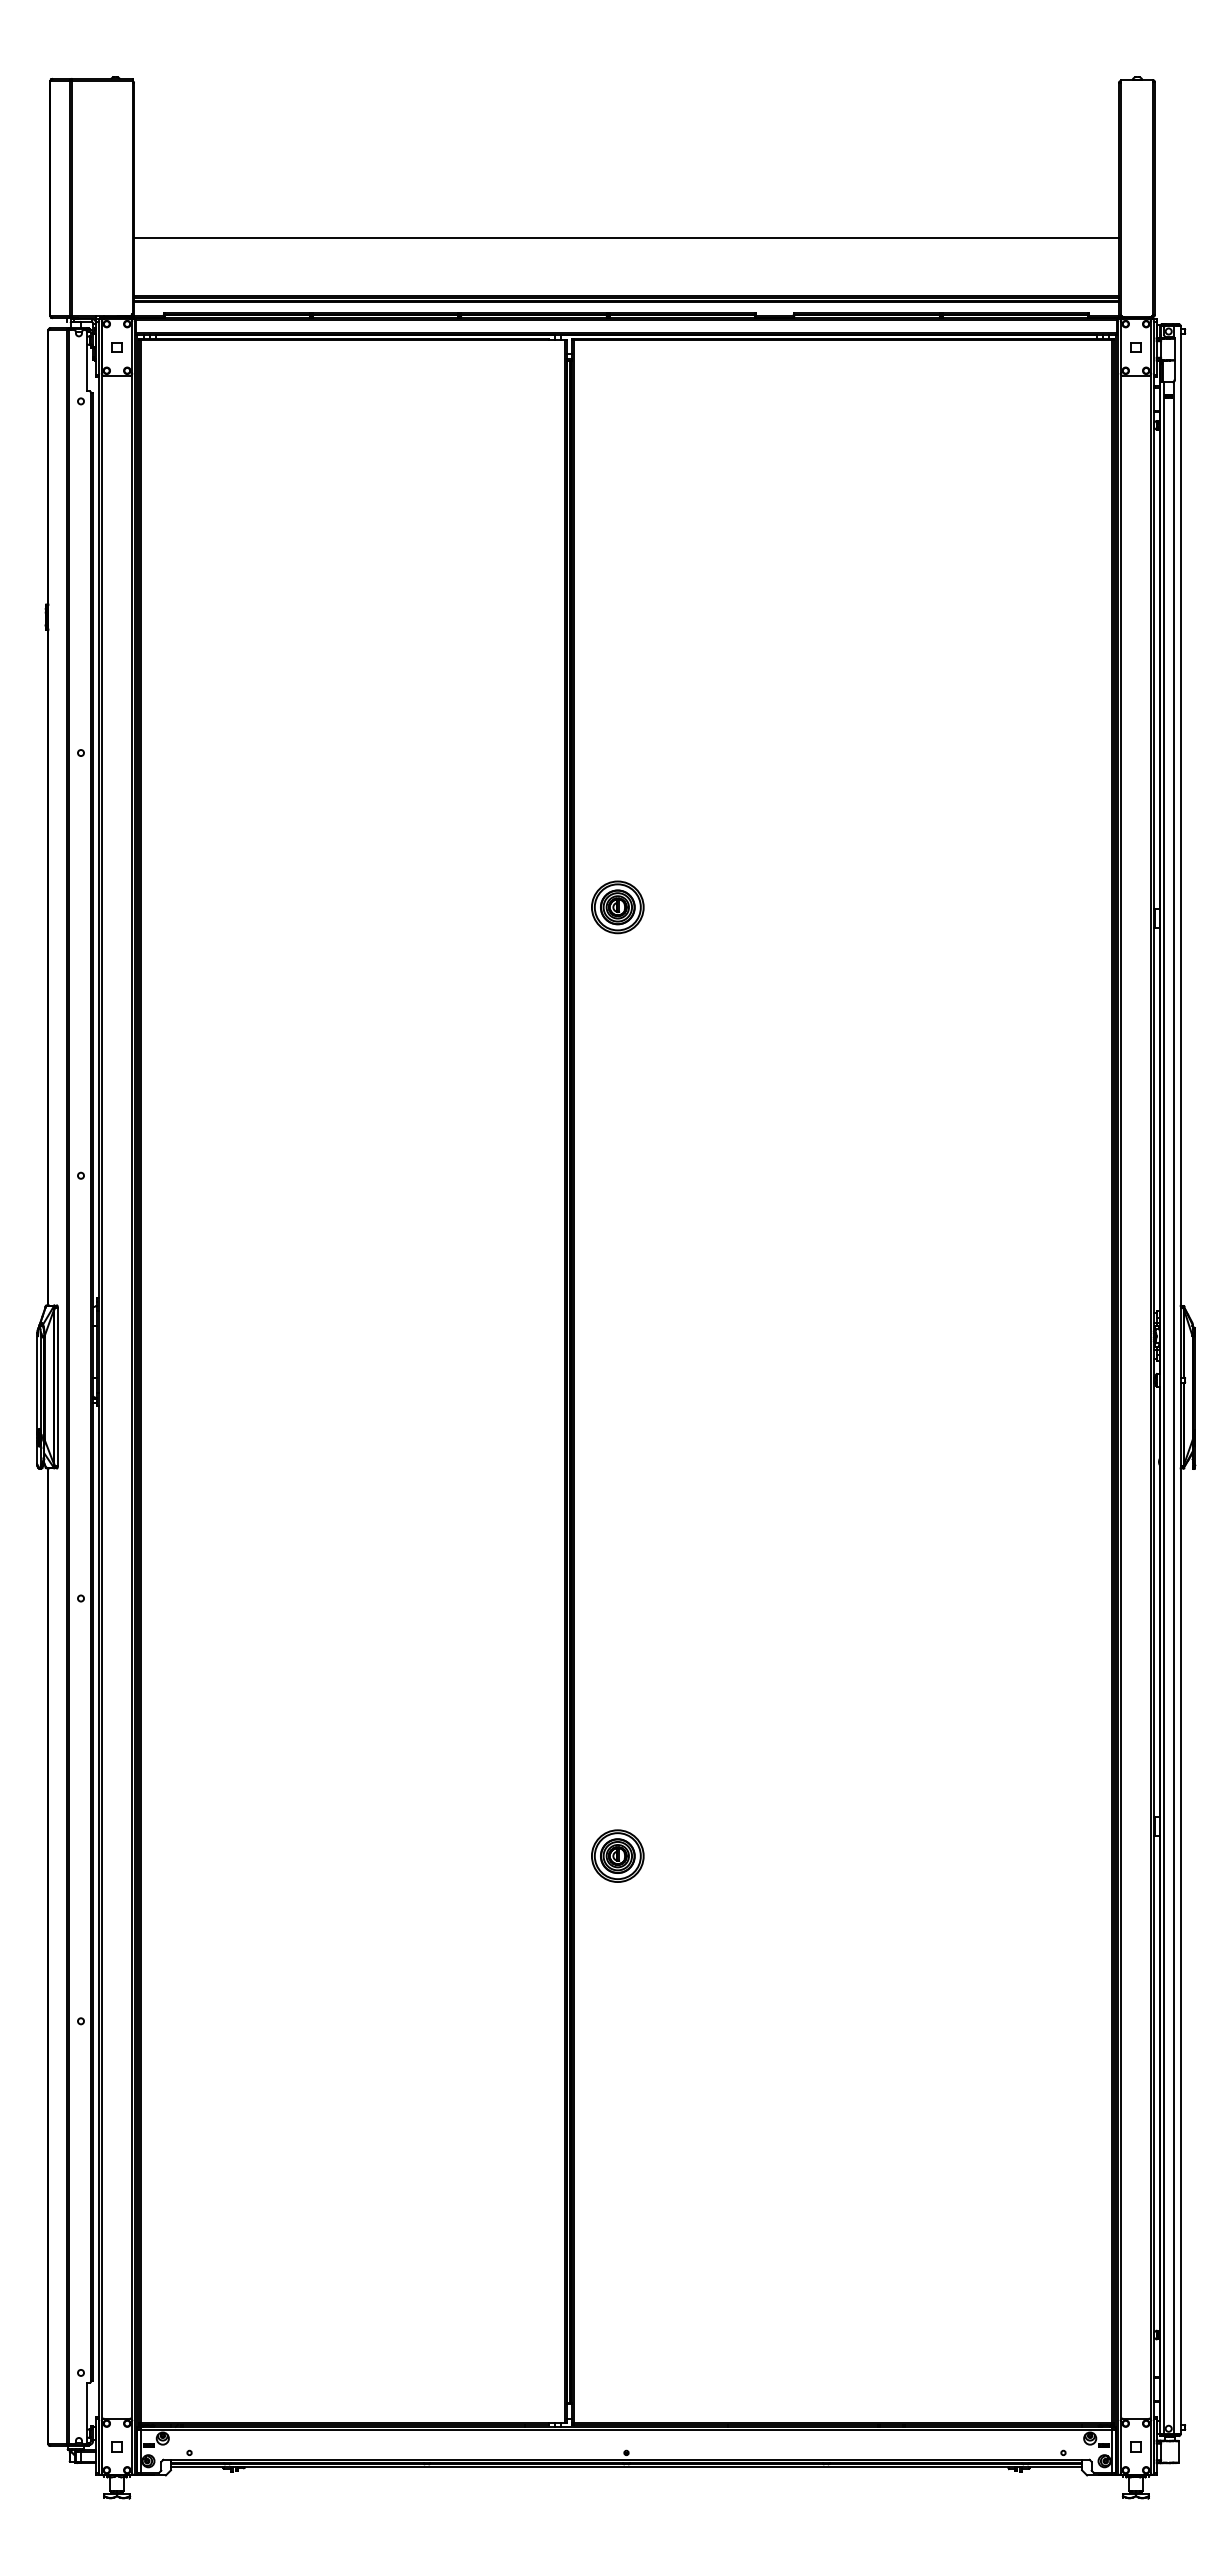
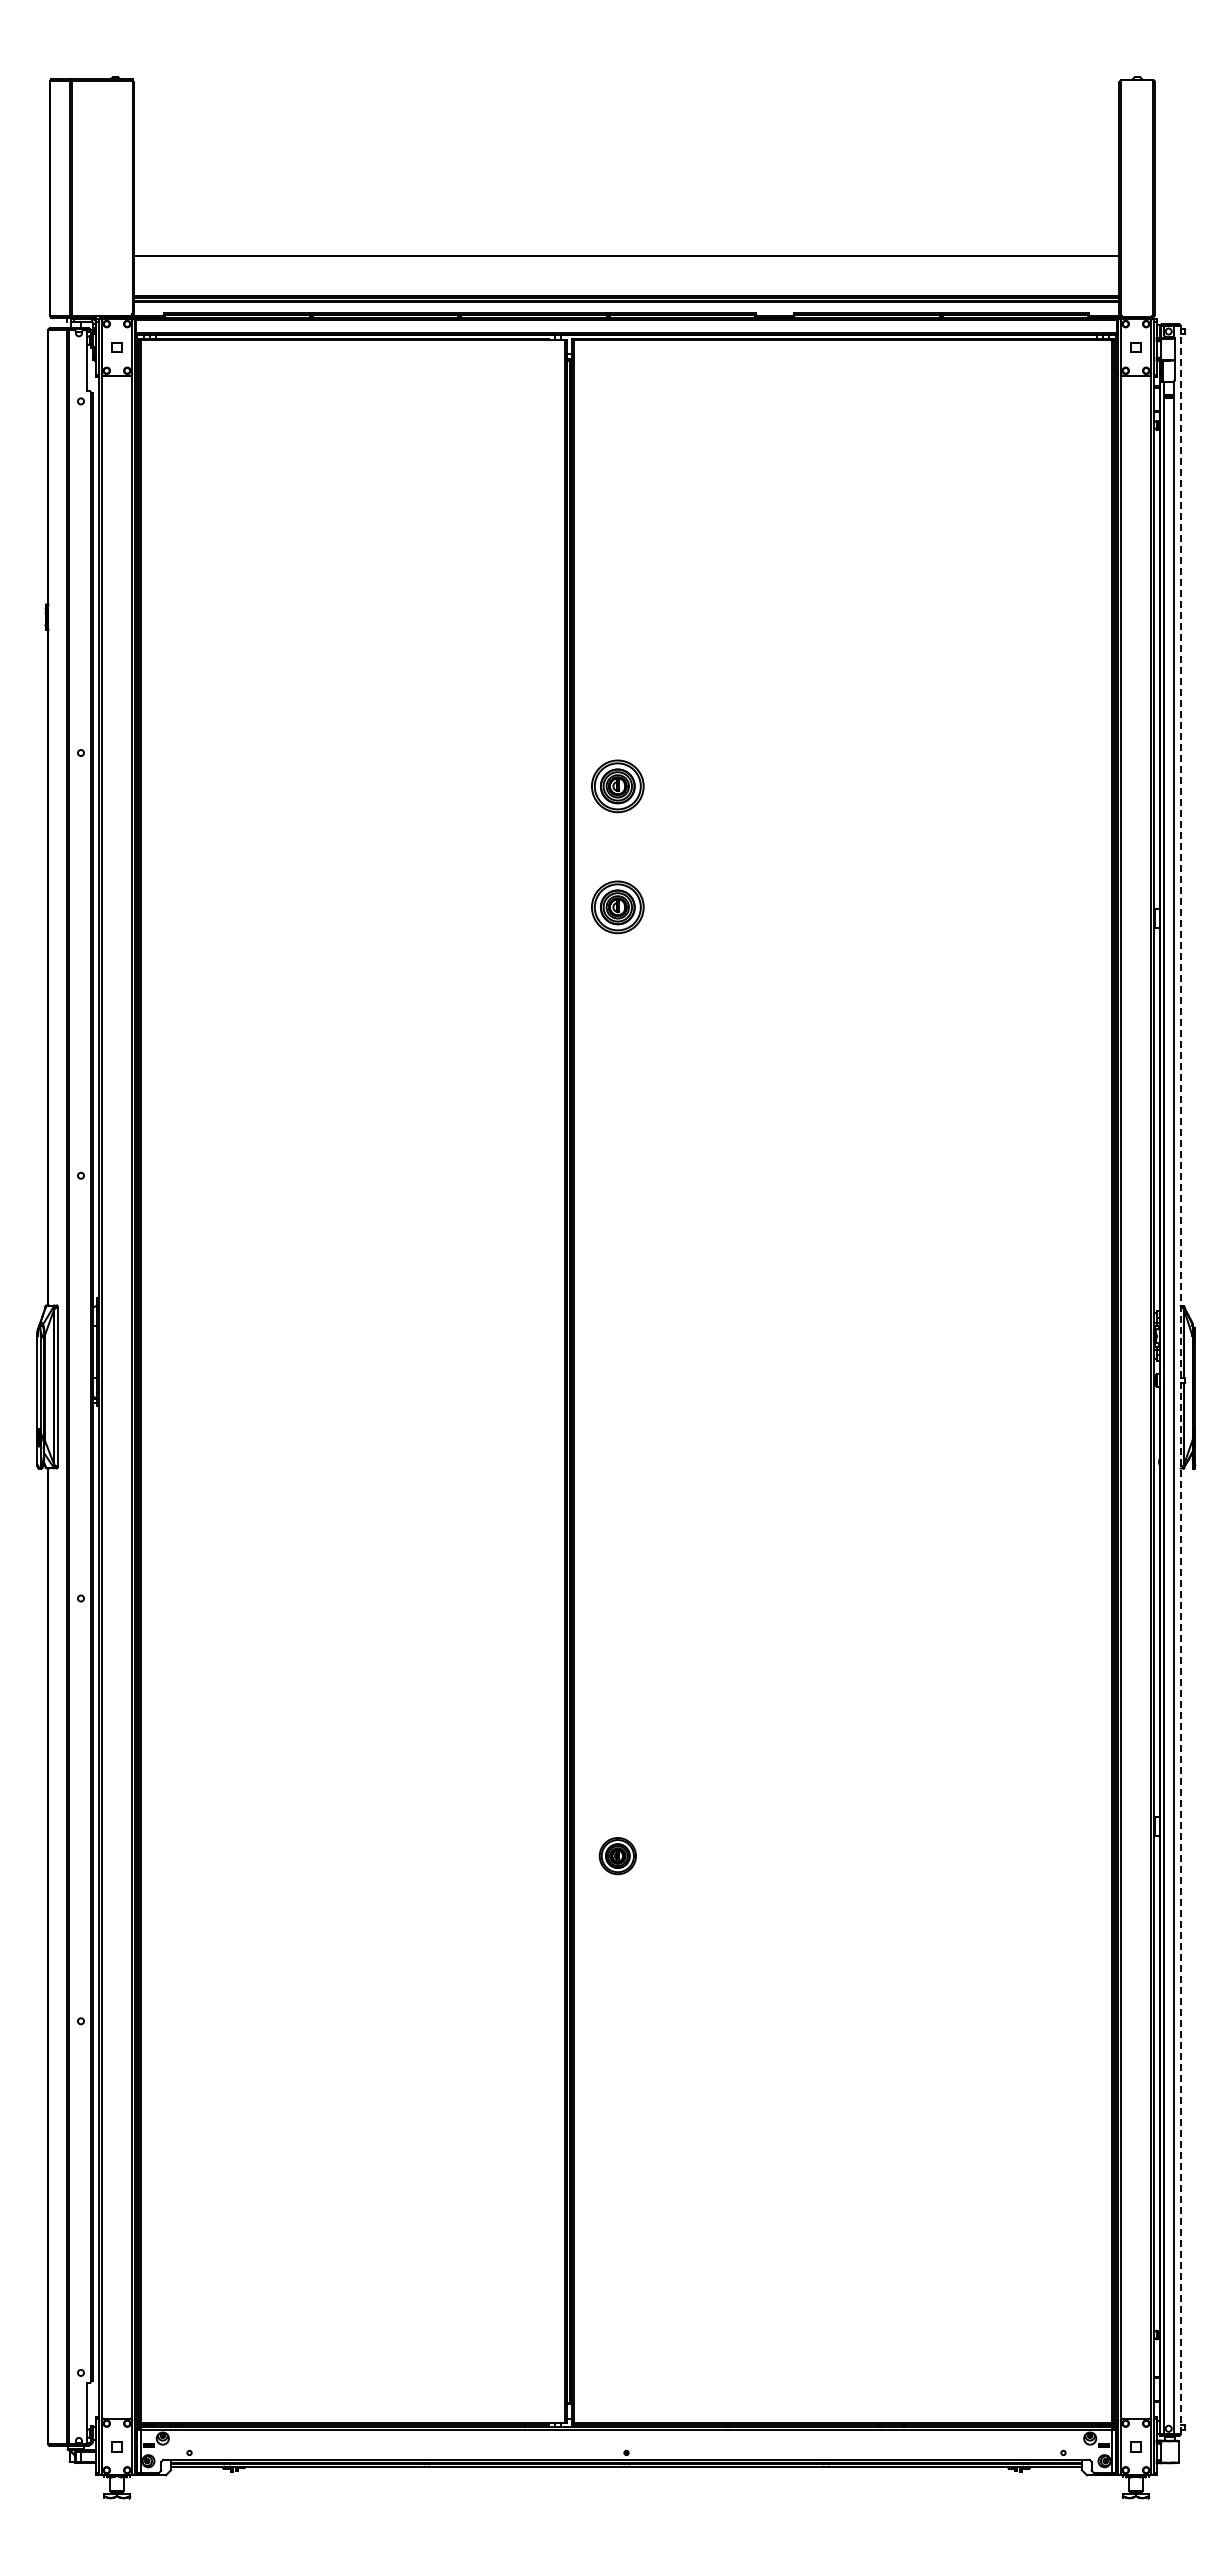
line at (626, 237) position: (626, 237) -> (626, 255)
part at (617, 786): none -> present
line at (1180, 1379): solid -> dashed
part at (617, 1855) size: 54x54 px -> 39x39 px
